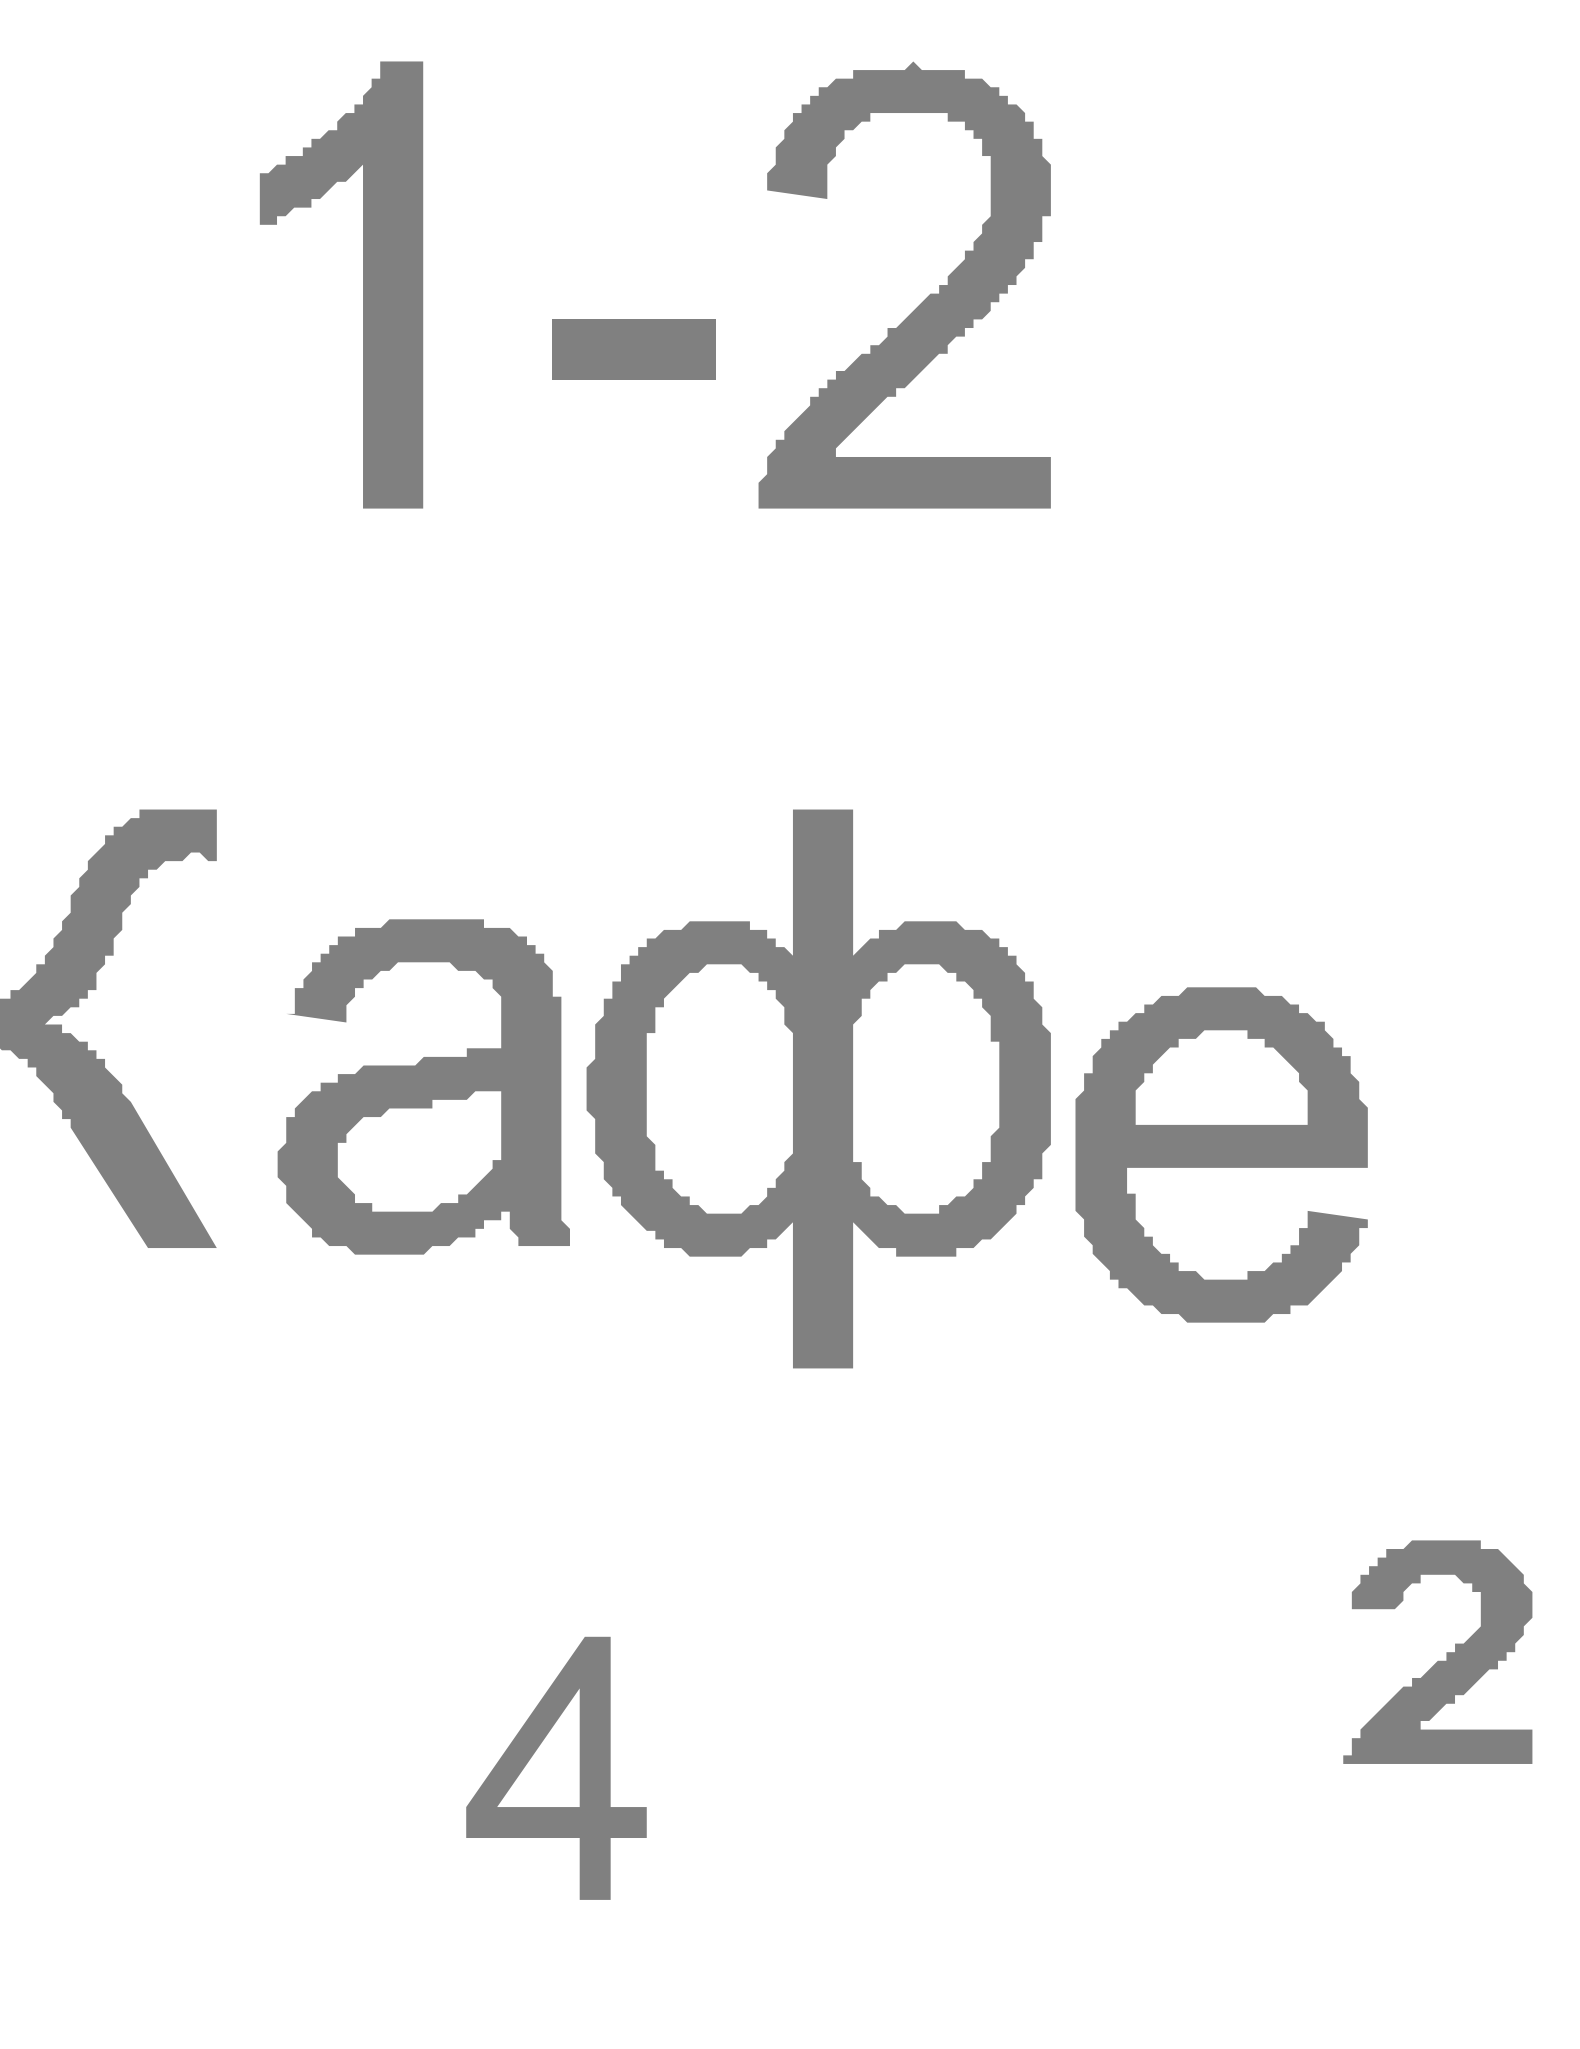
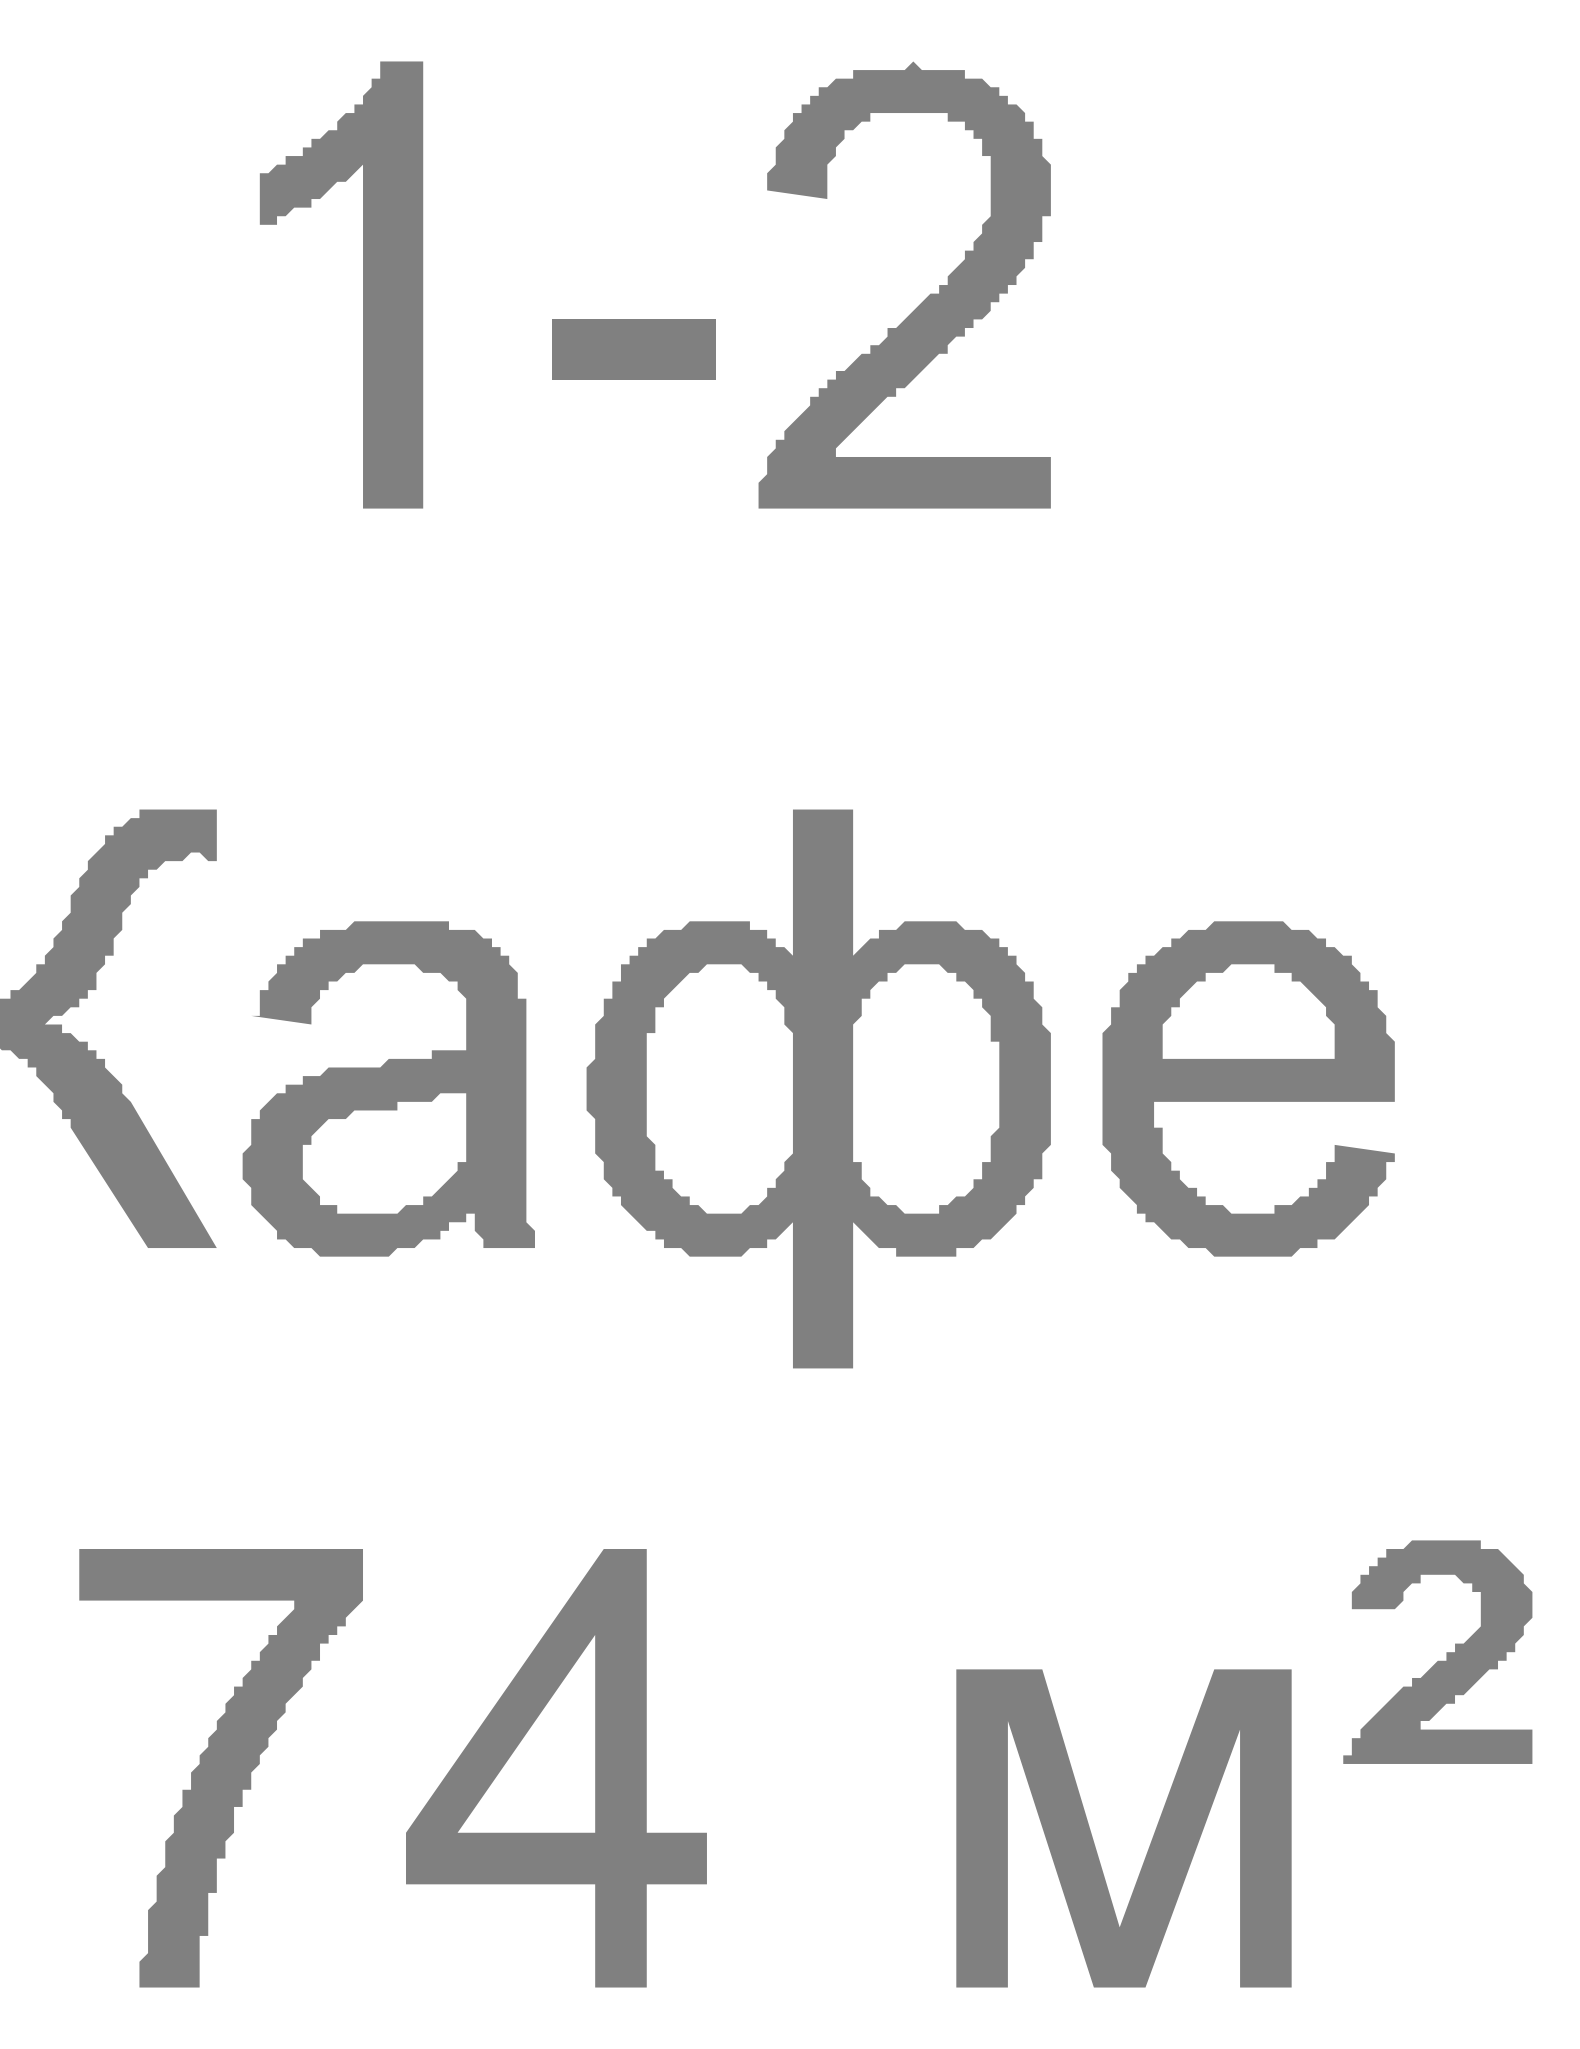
part at (423, 1086) position: (423, 1086) -> (388, 1088)
part at (1221, 1154) position: (1221, 1154) -> (1248, 1088)
fill at (221, 1768): none -> present
part at (556, 1768) size: 181x263 px -> 301x439 px
fill at (1123, 1828): none -> present
